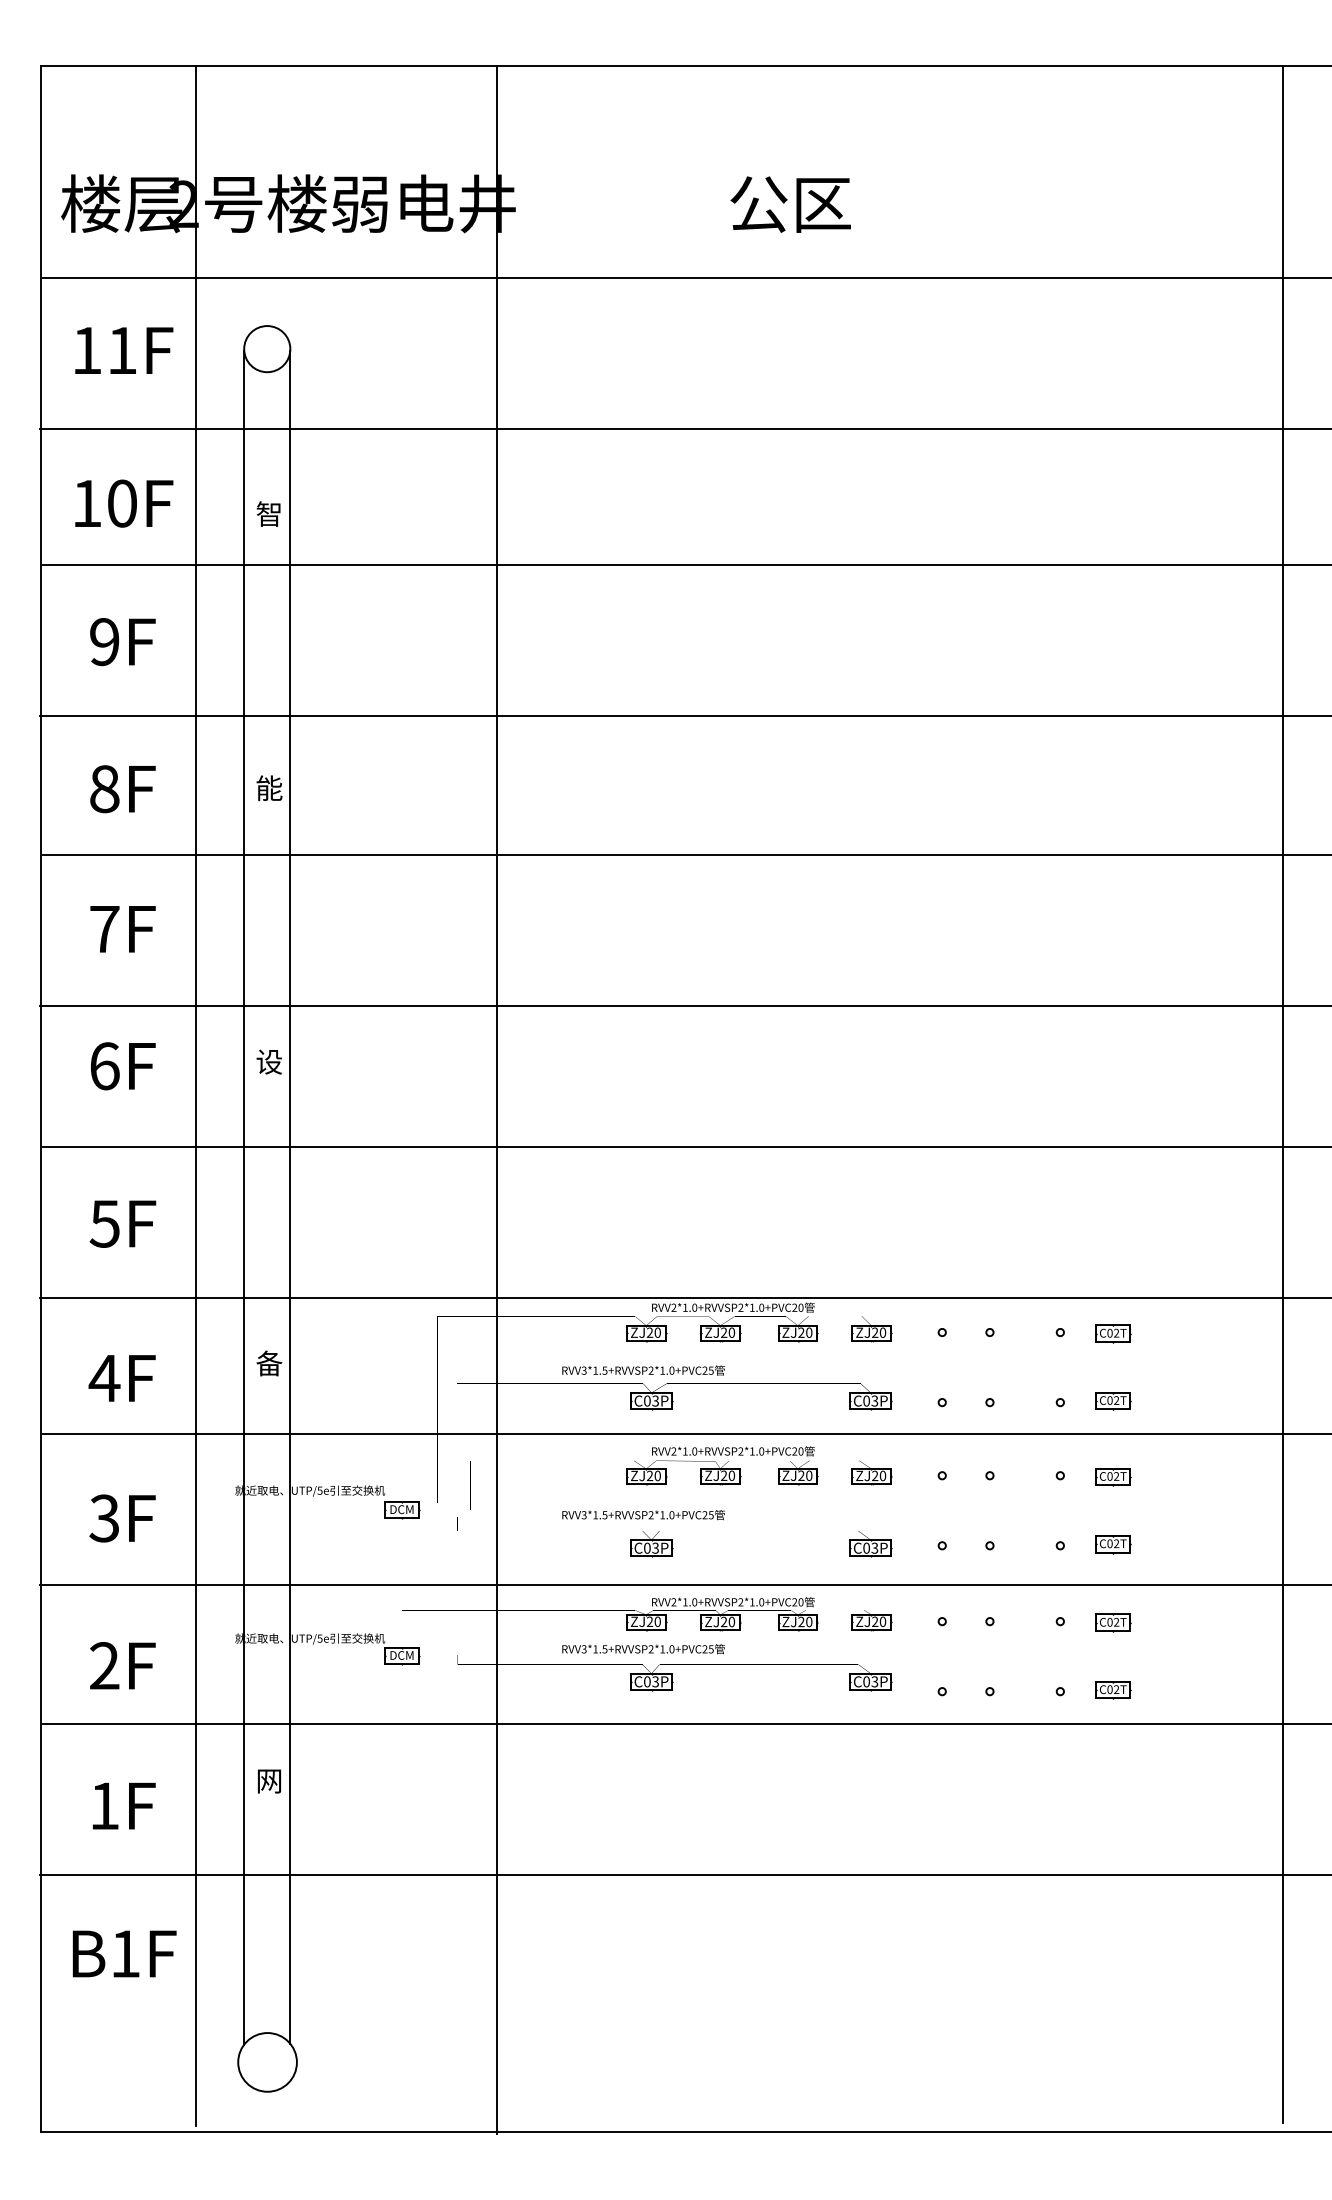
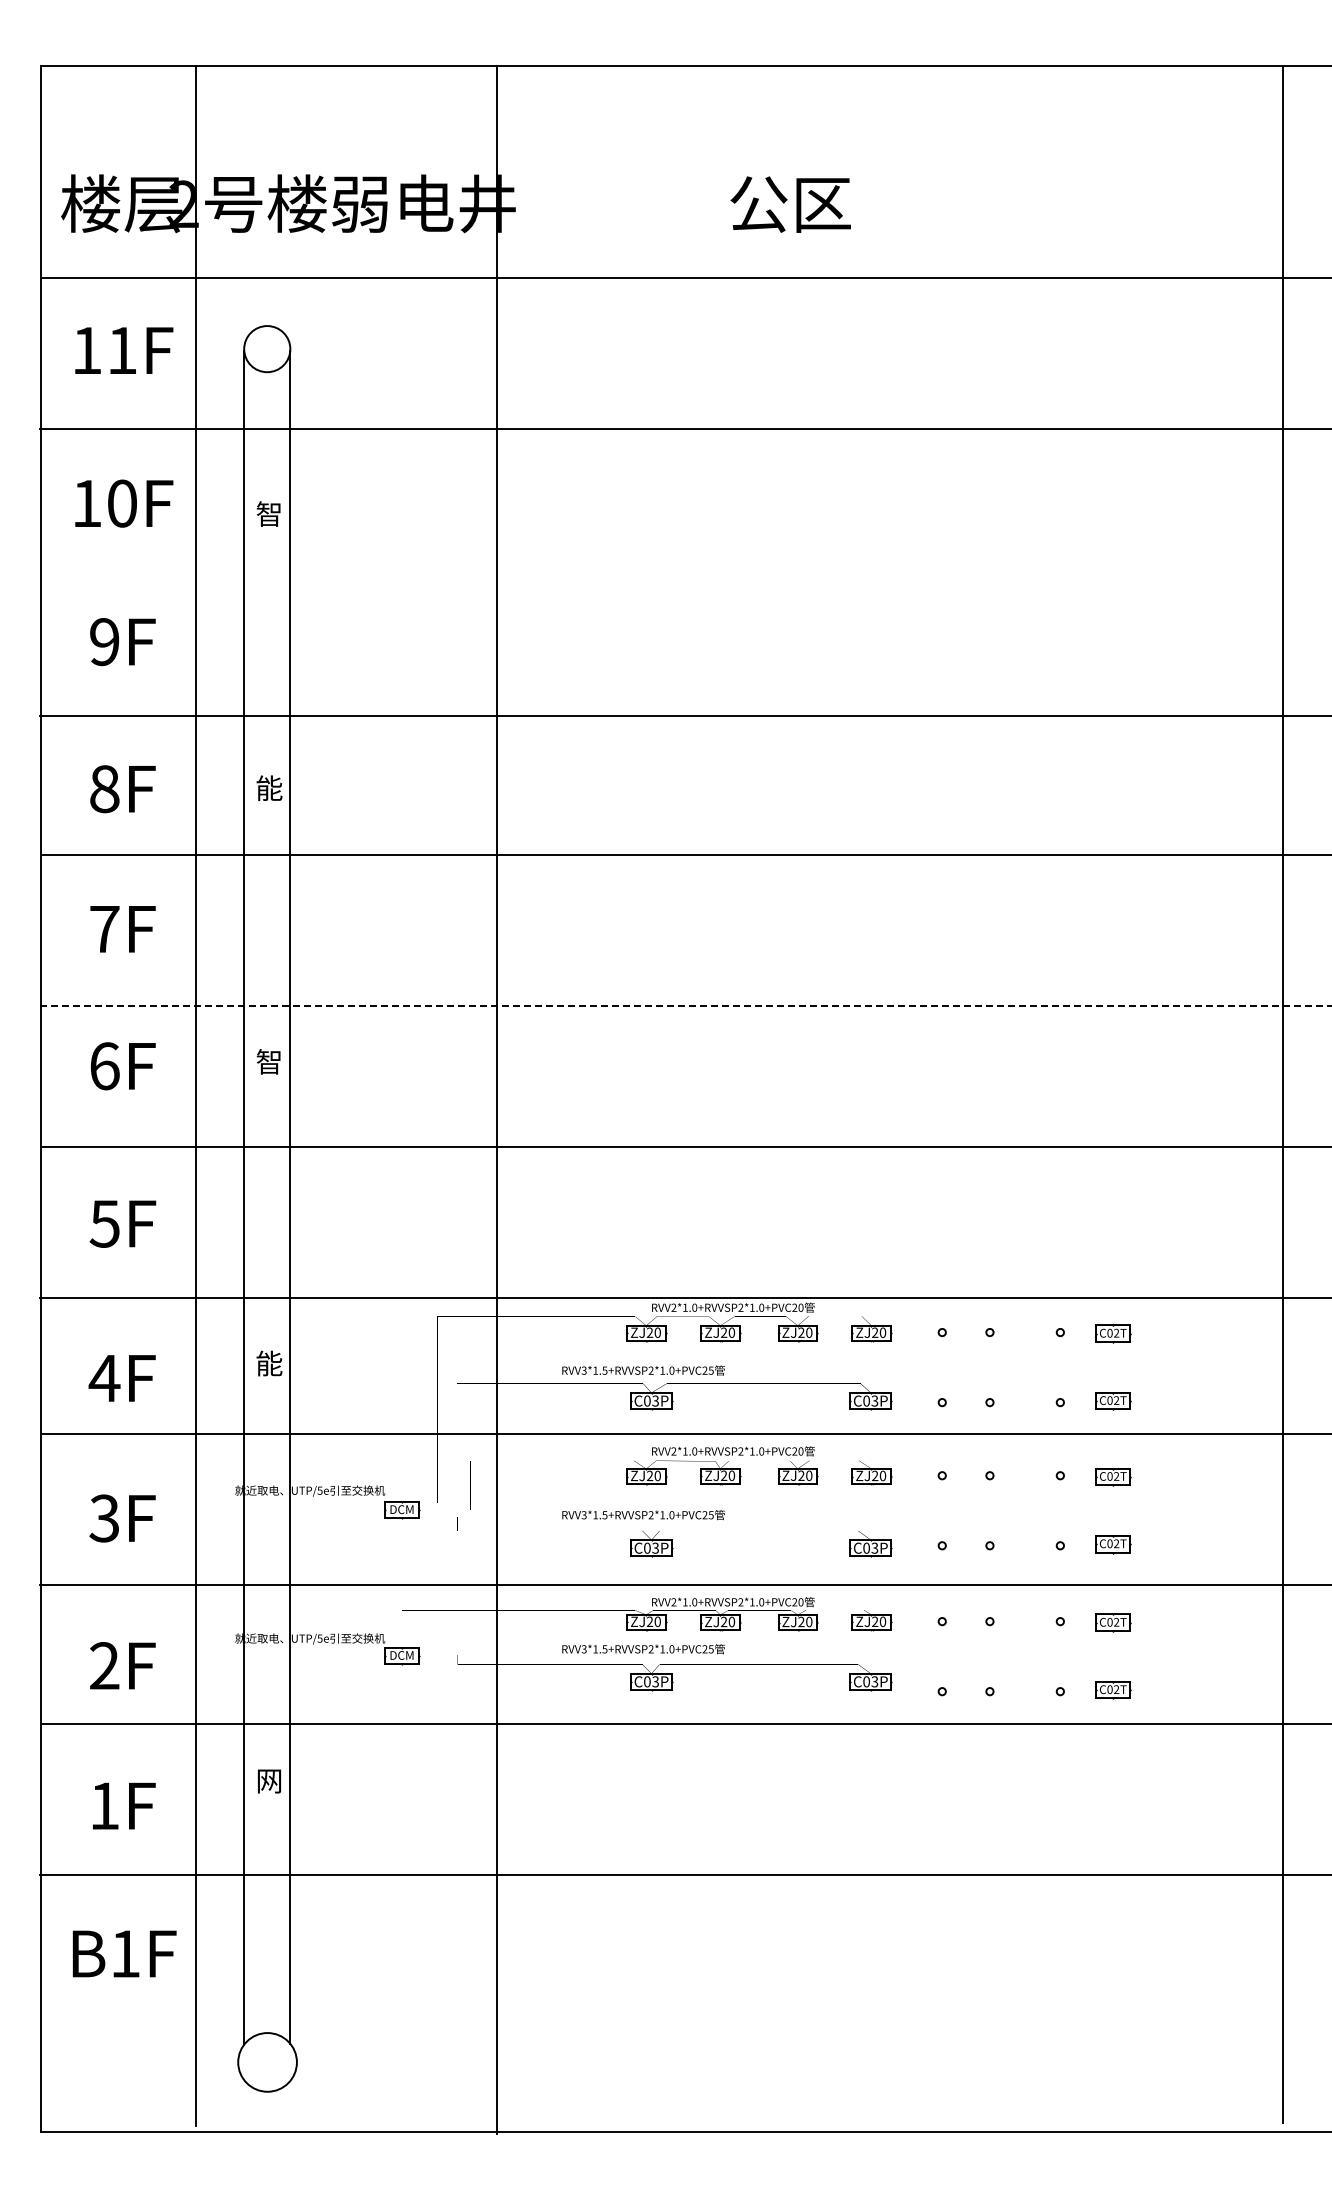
line at (685, 565): present -> none
line at (685, 1005): solid -> dashed
text at (268, 1061): 设 -> 智
text at (269, 1363): 备 -> 能
